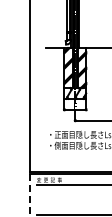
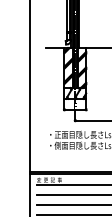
line at (72, 194): none -> present
line at (30, 195): dashed -> solid
line at (72, 204): none -> present
